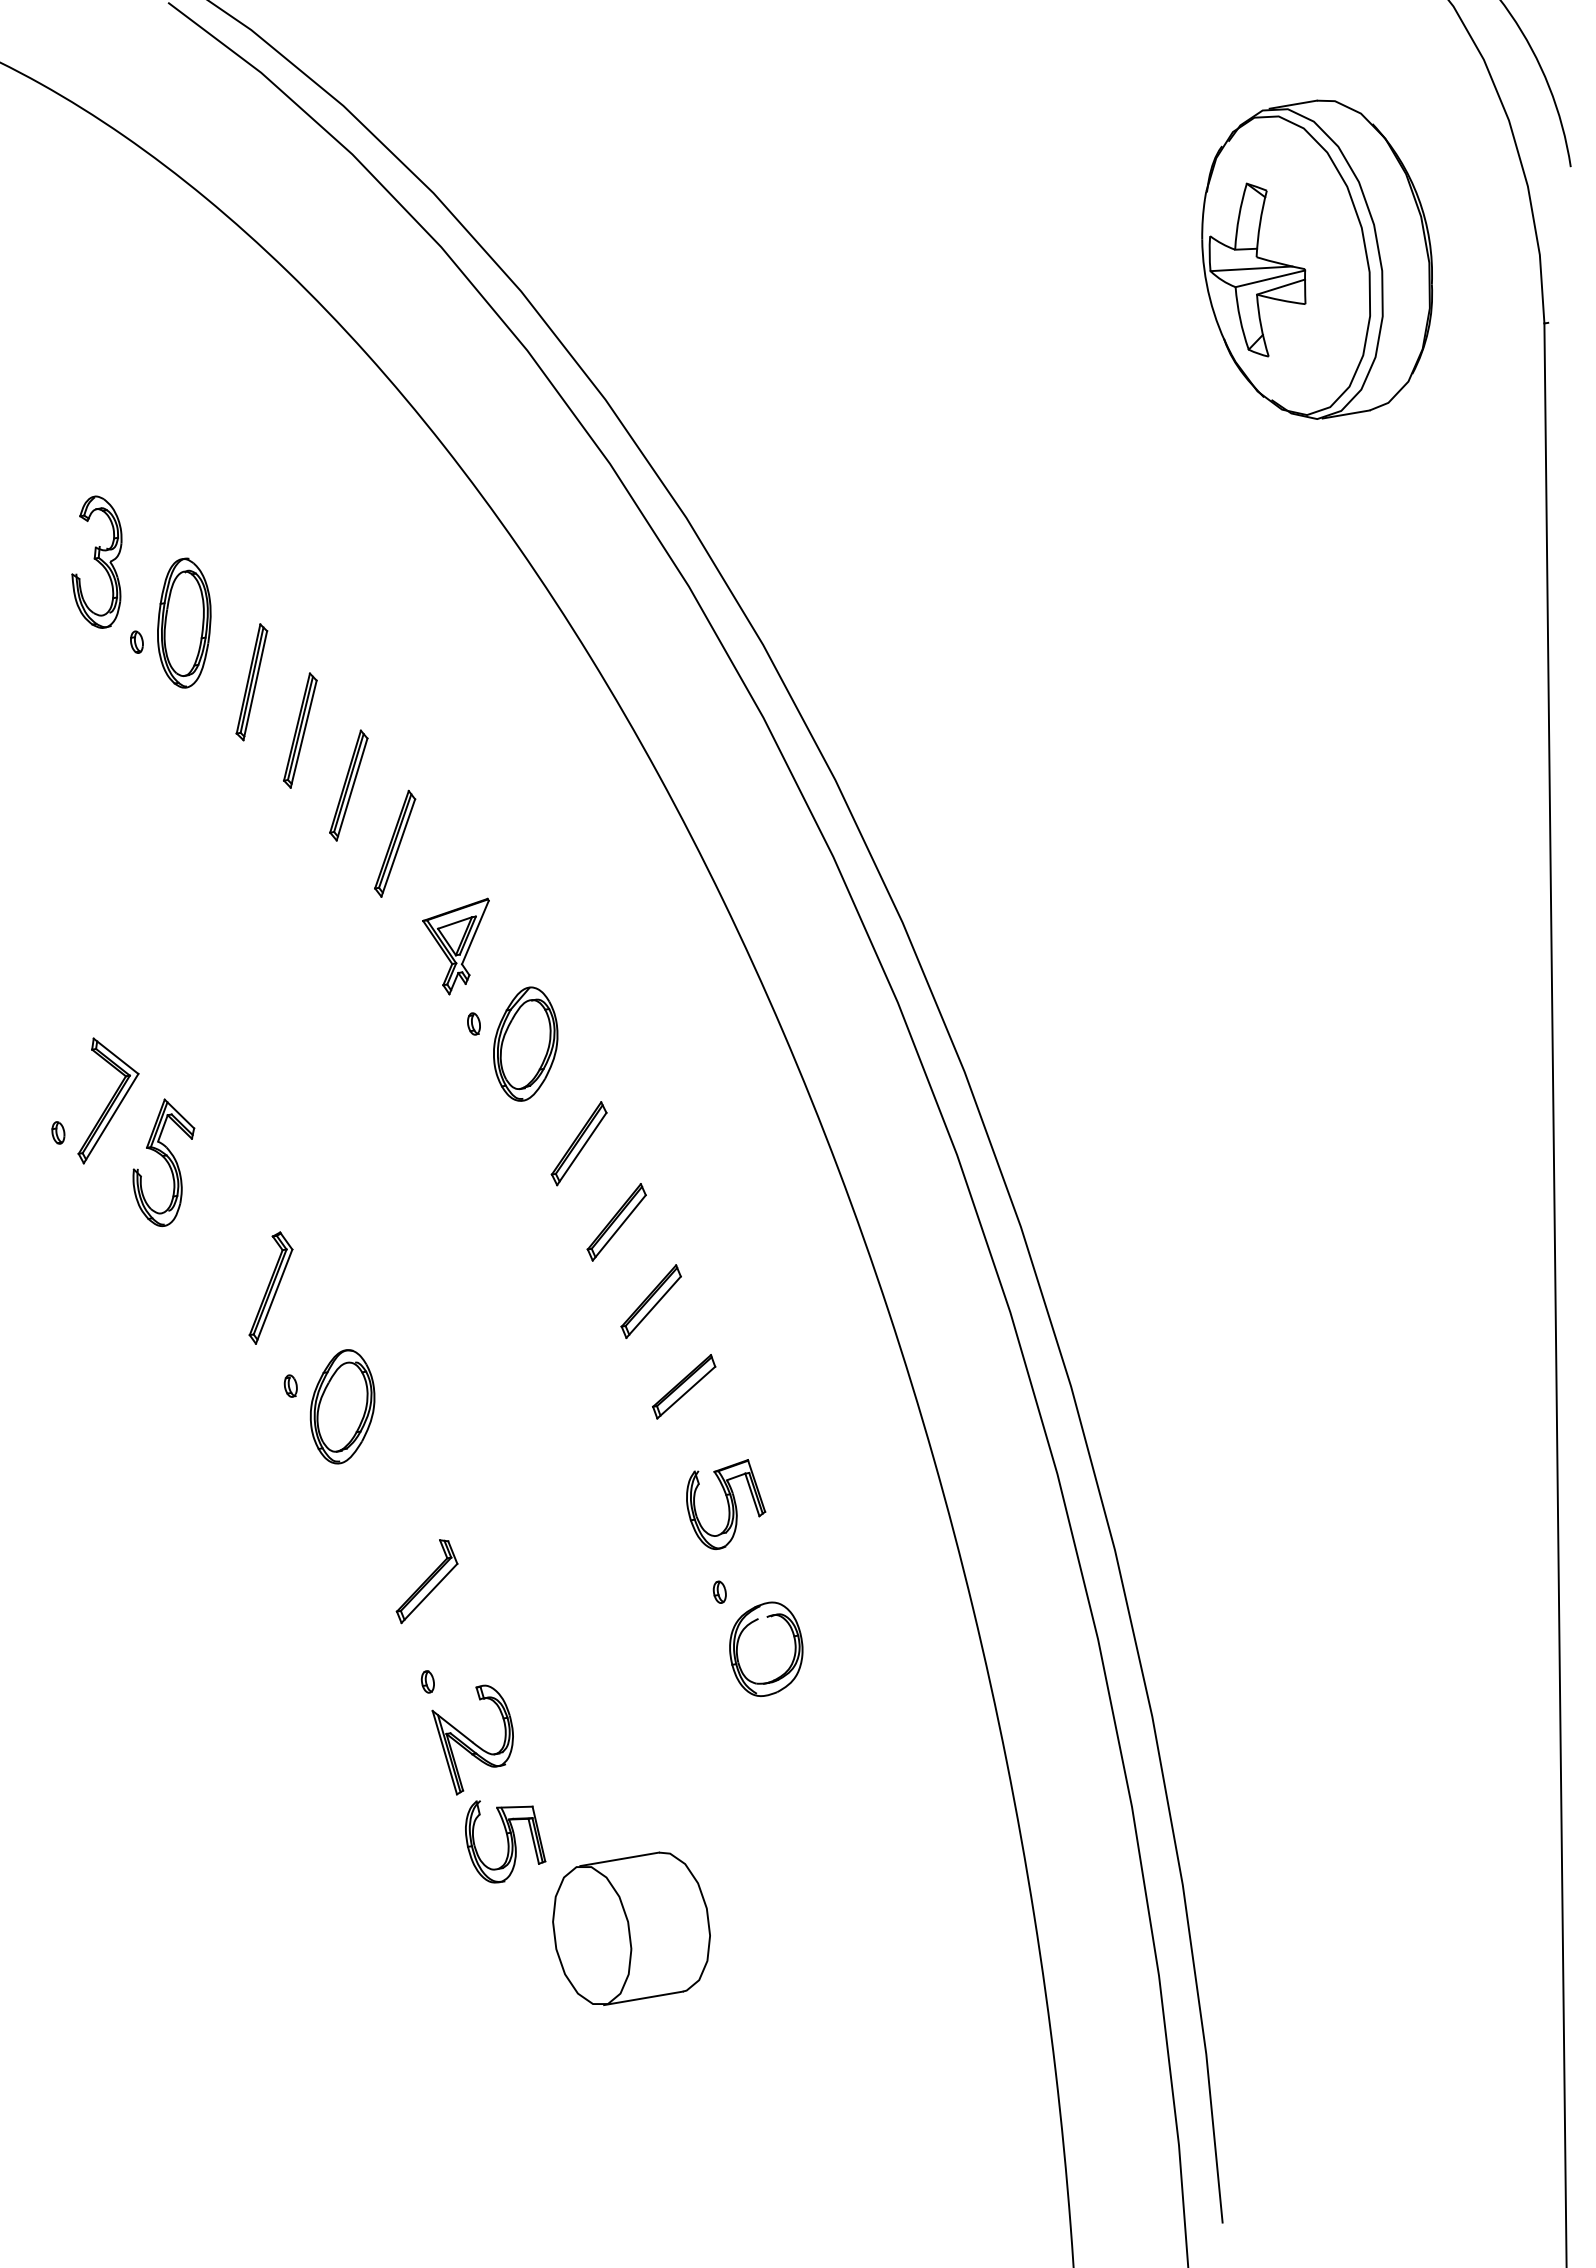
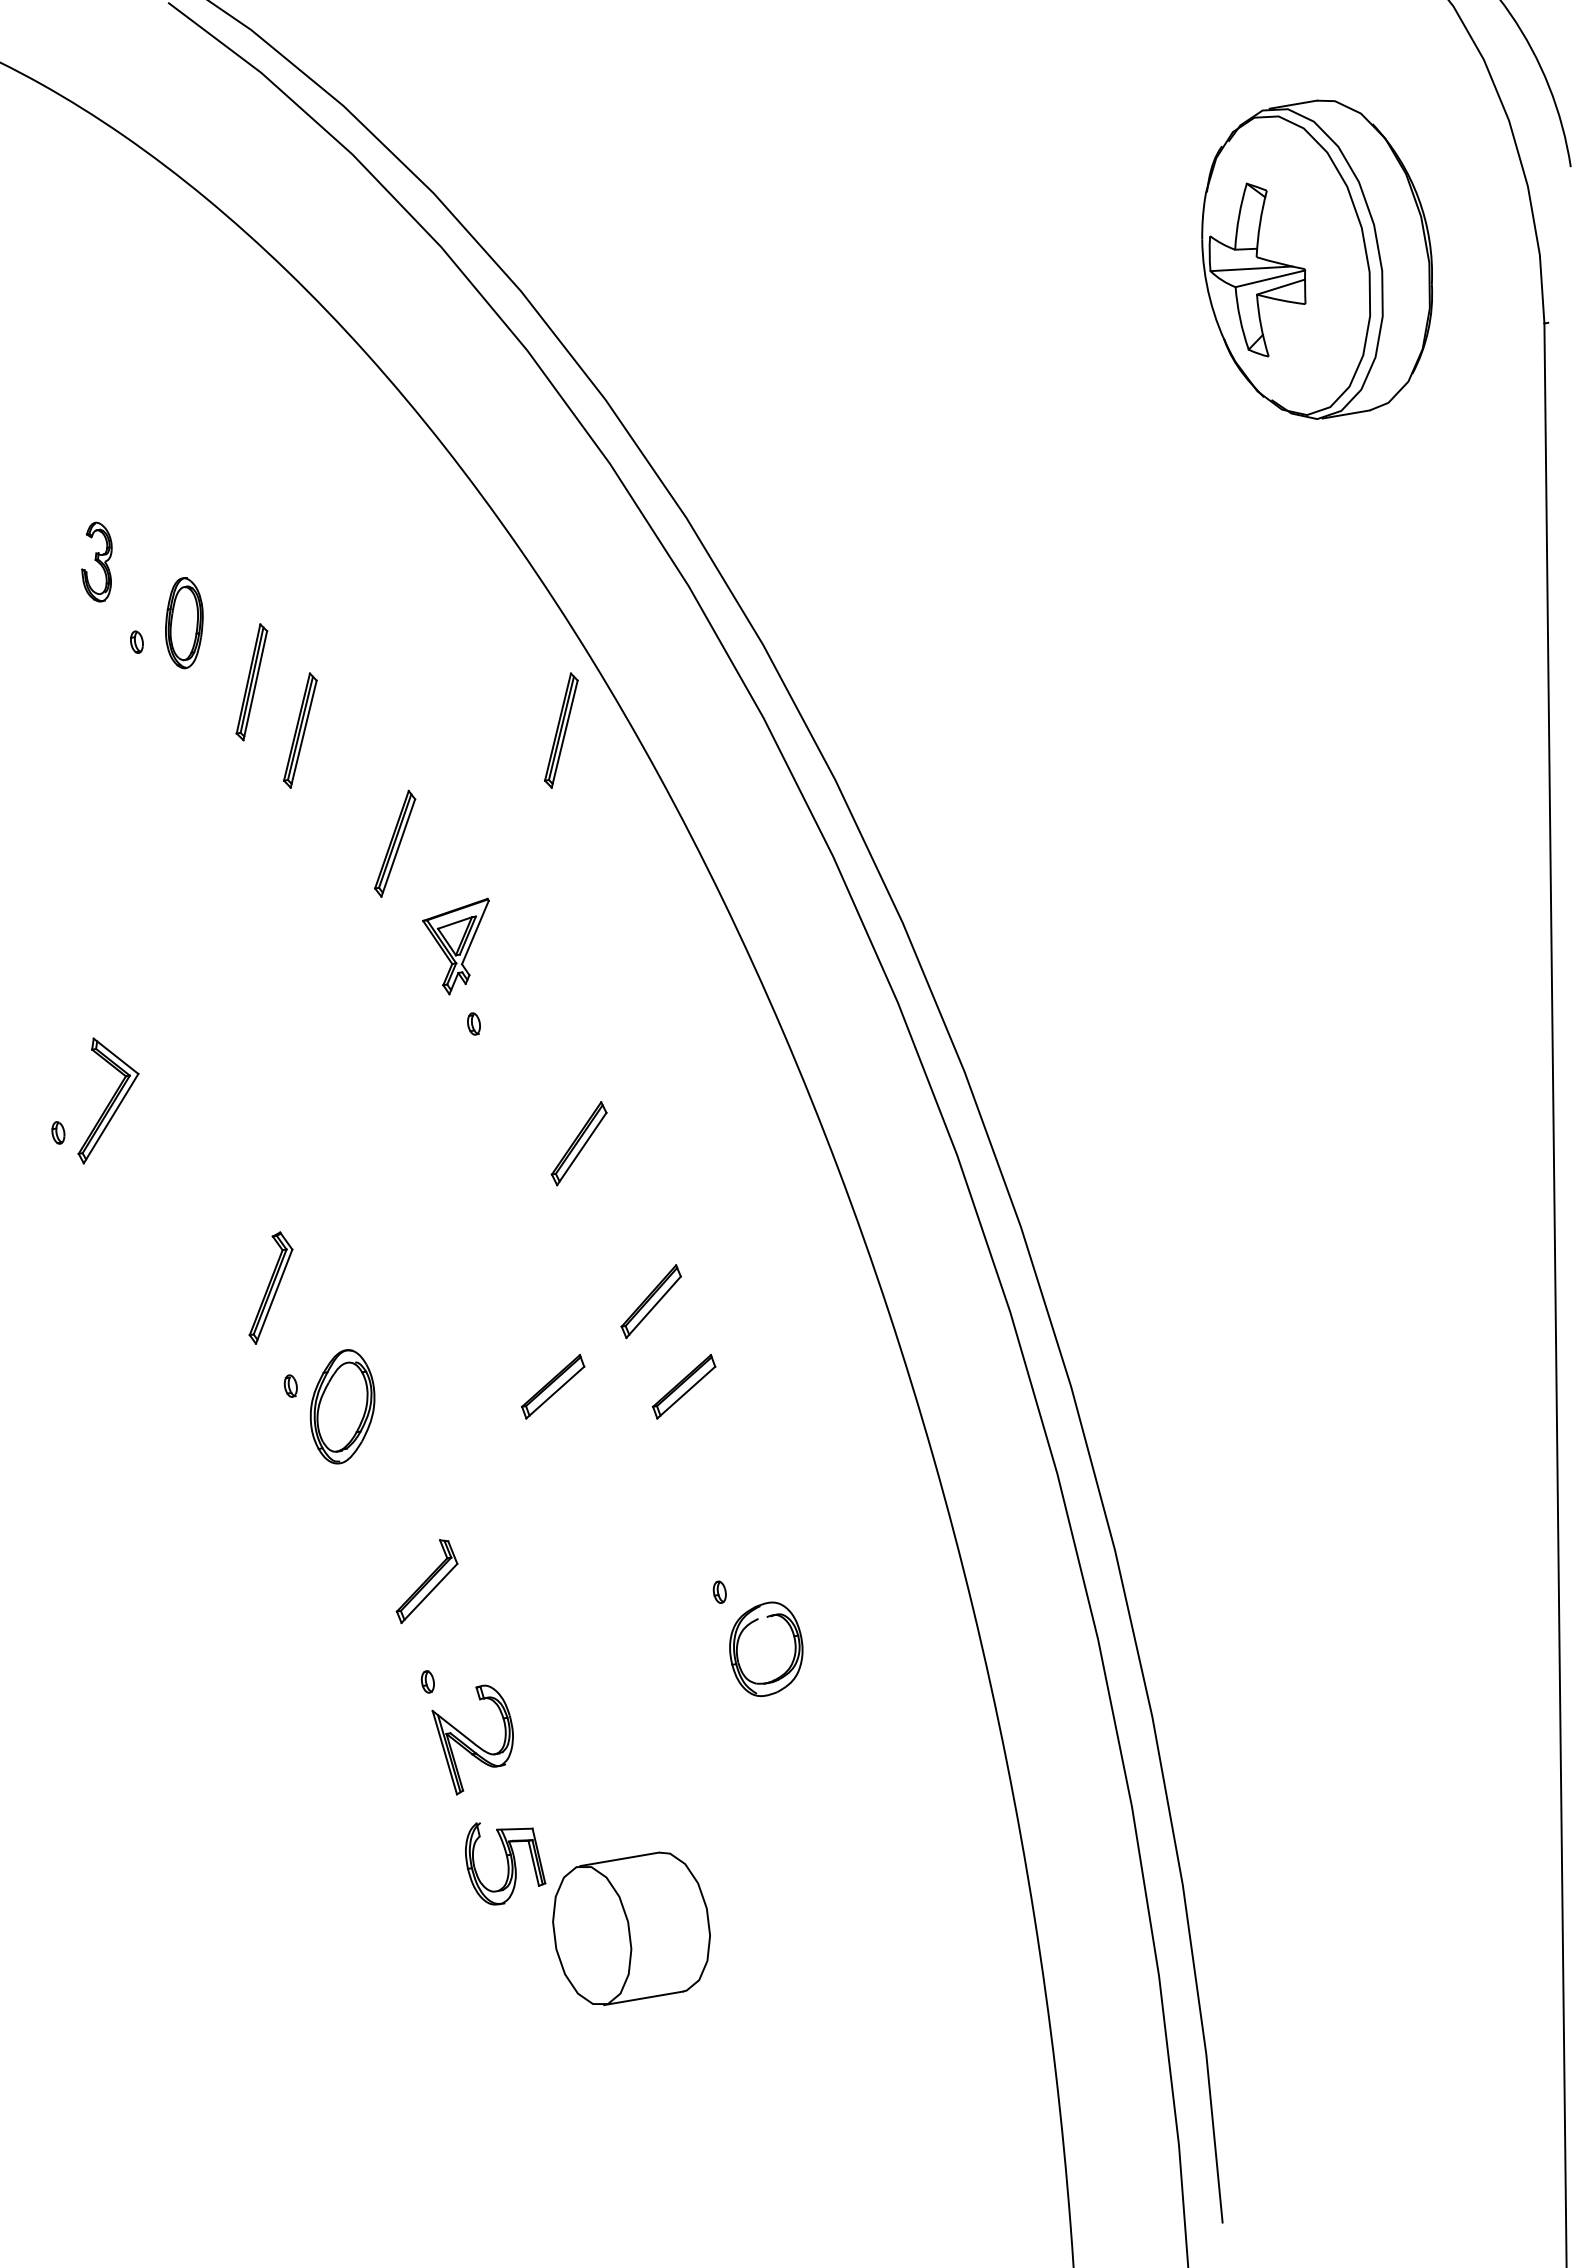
part at (96, 561) size: 52x134 px -> 32x82 px
part at (184, 622) size: 55x132 px -> 39x93 px
part at (561, 730): none -> present
part at (348, 785): present -> none
part at (525, 1043): present -> none
part at (163, 1162): present -> none
part at (616, 1222): present -> none
part at (553, 1386): none -> present
part at (726, 1504): present -> none
part at (505, 1841) position: (505, 1841) -> (505, 1863)
